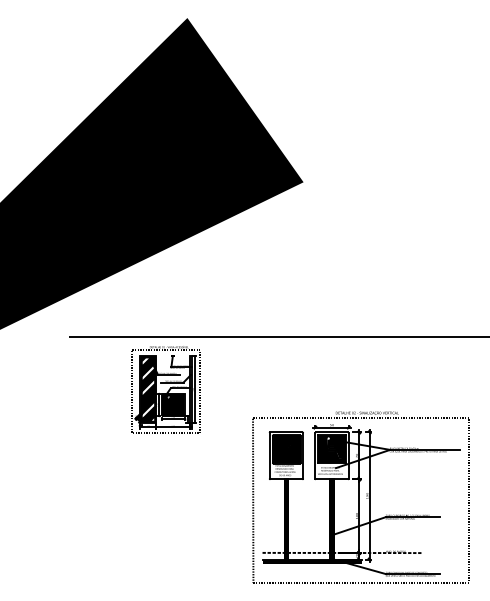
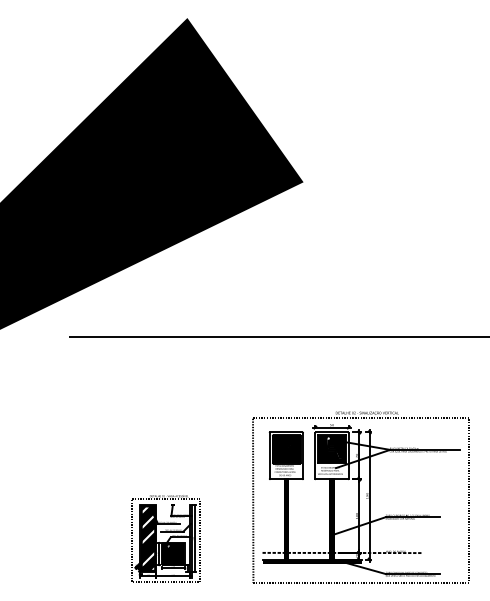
part at (165, 389) position: (165, 389) -> (165, 538)
